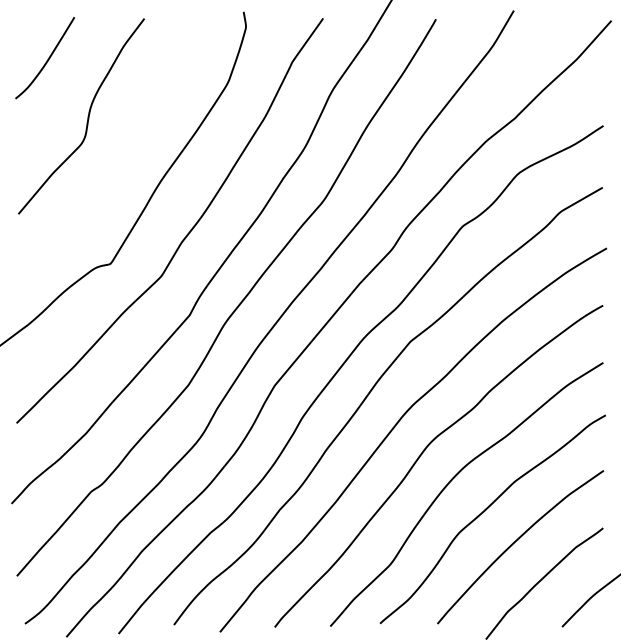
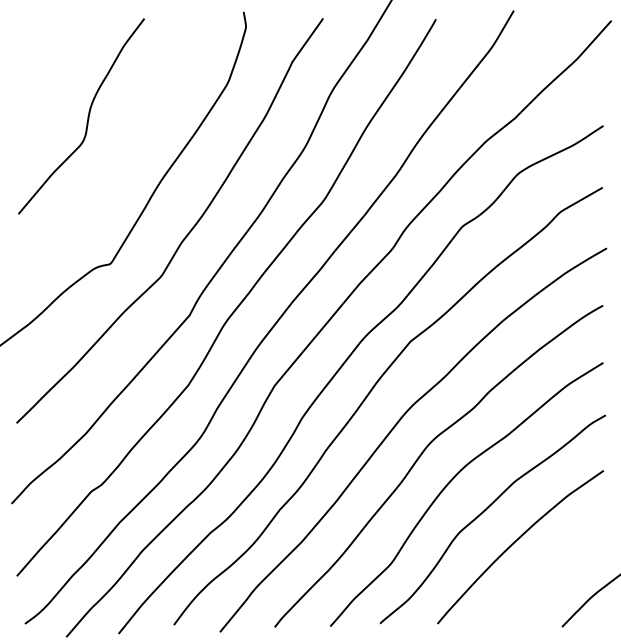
curve at (47, 59): present -> none
curve at (542, 580): present -> none
